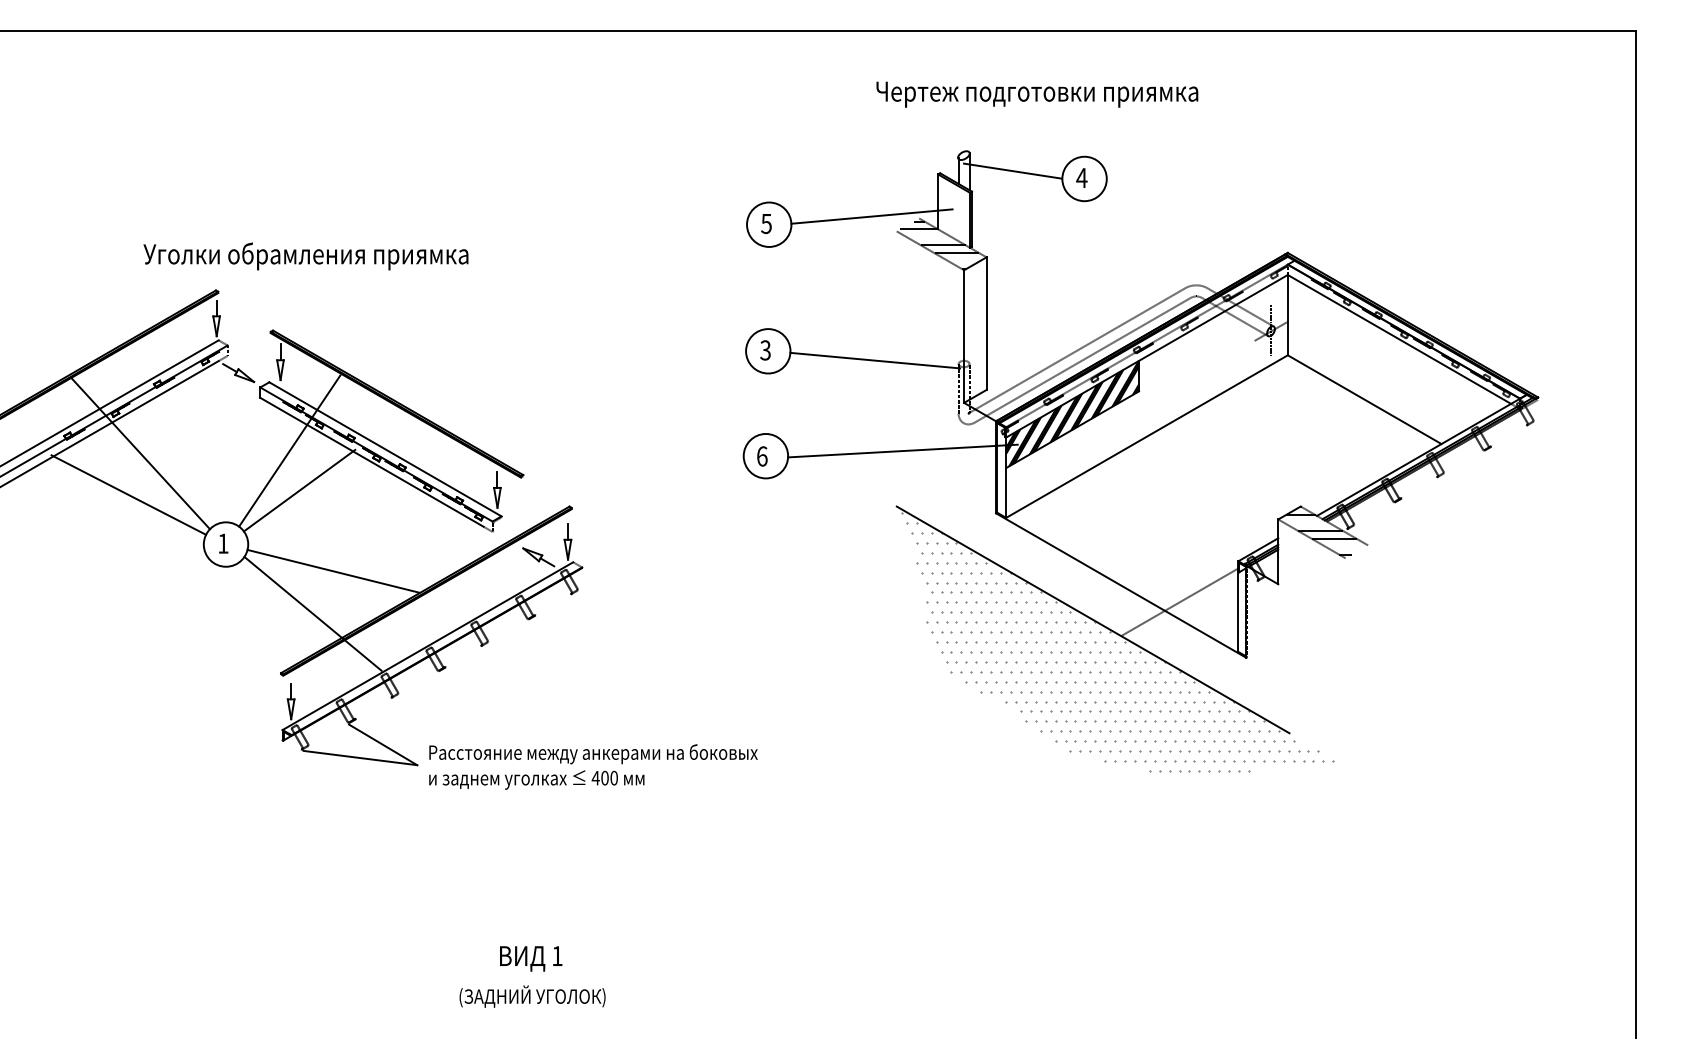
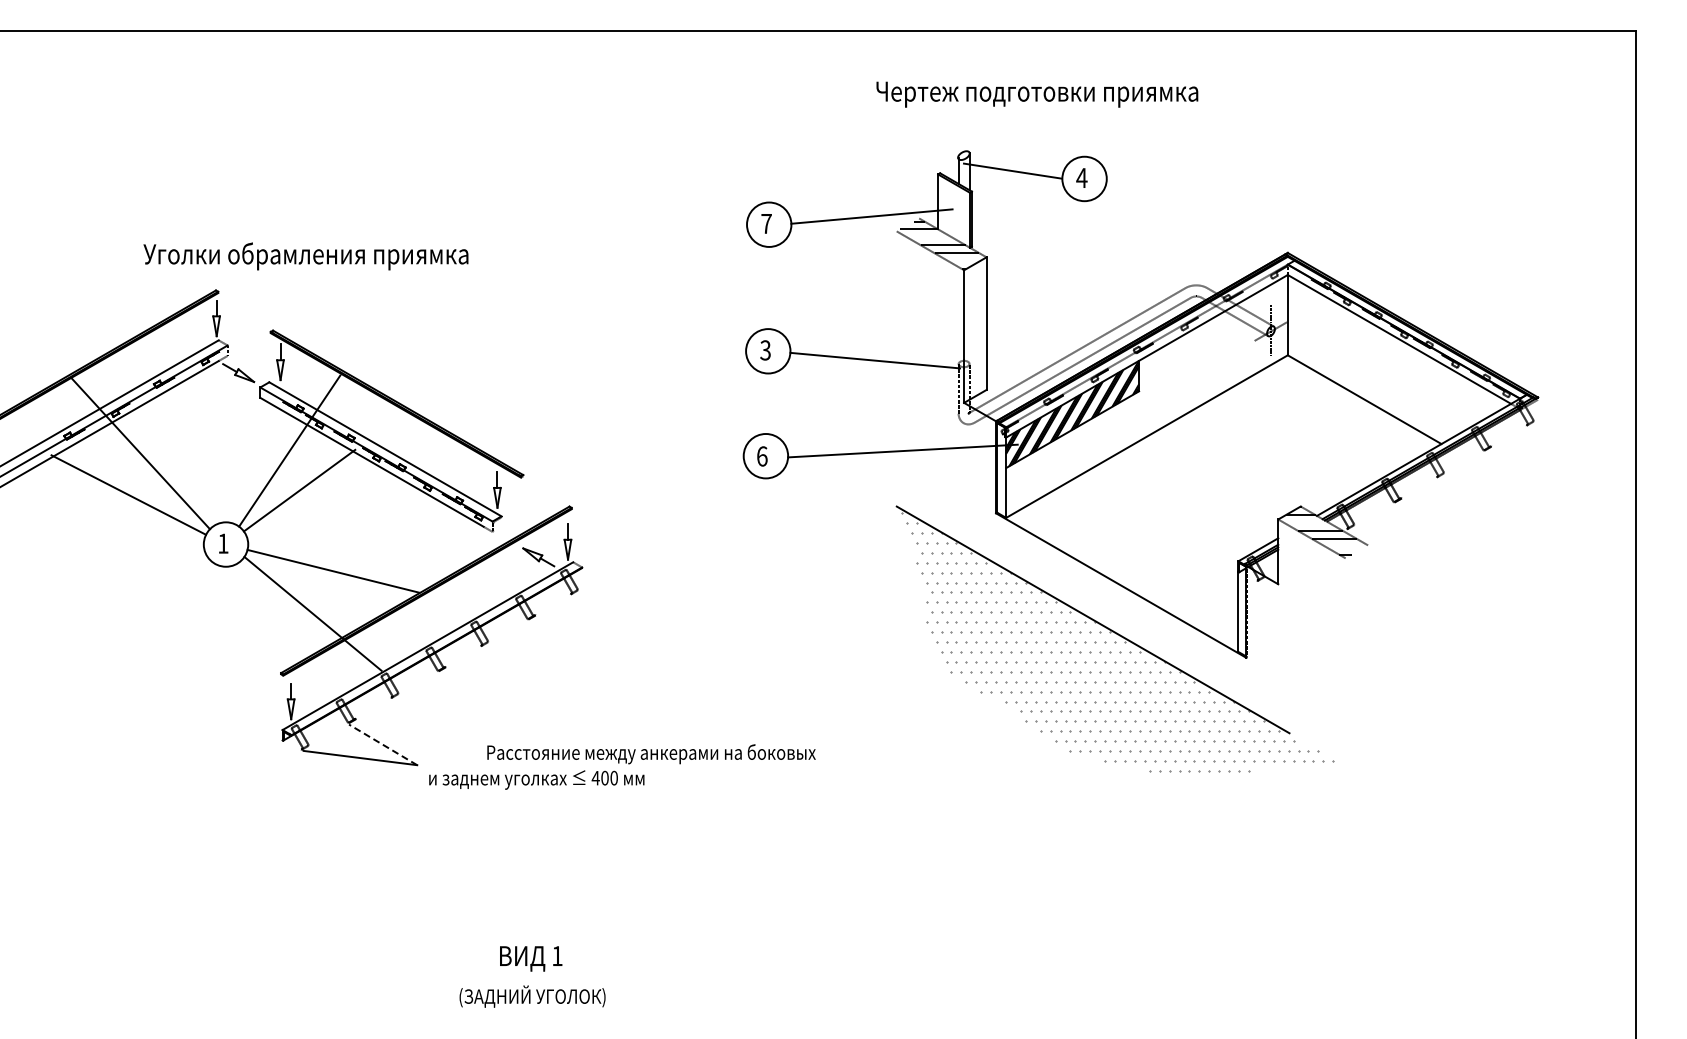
text at (766, 224): 5 -> 7
line at (1179, 602): present -> none
line at (383, 744): solid -> dashed
text at (593, 754) position: (593, 754) -> (651, 754)
